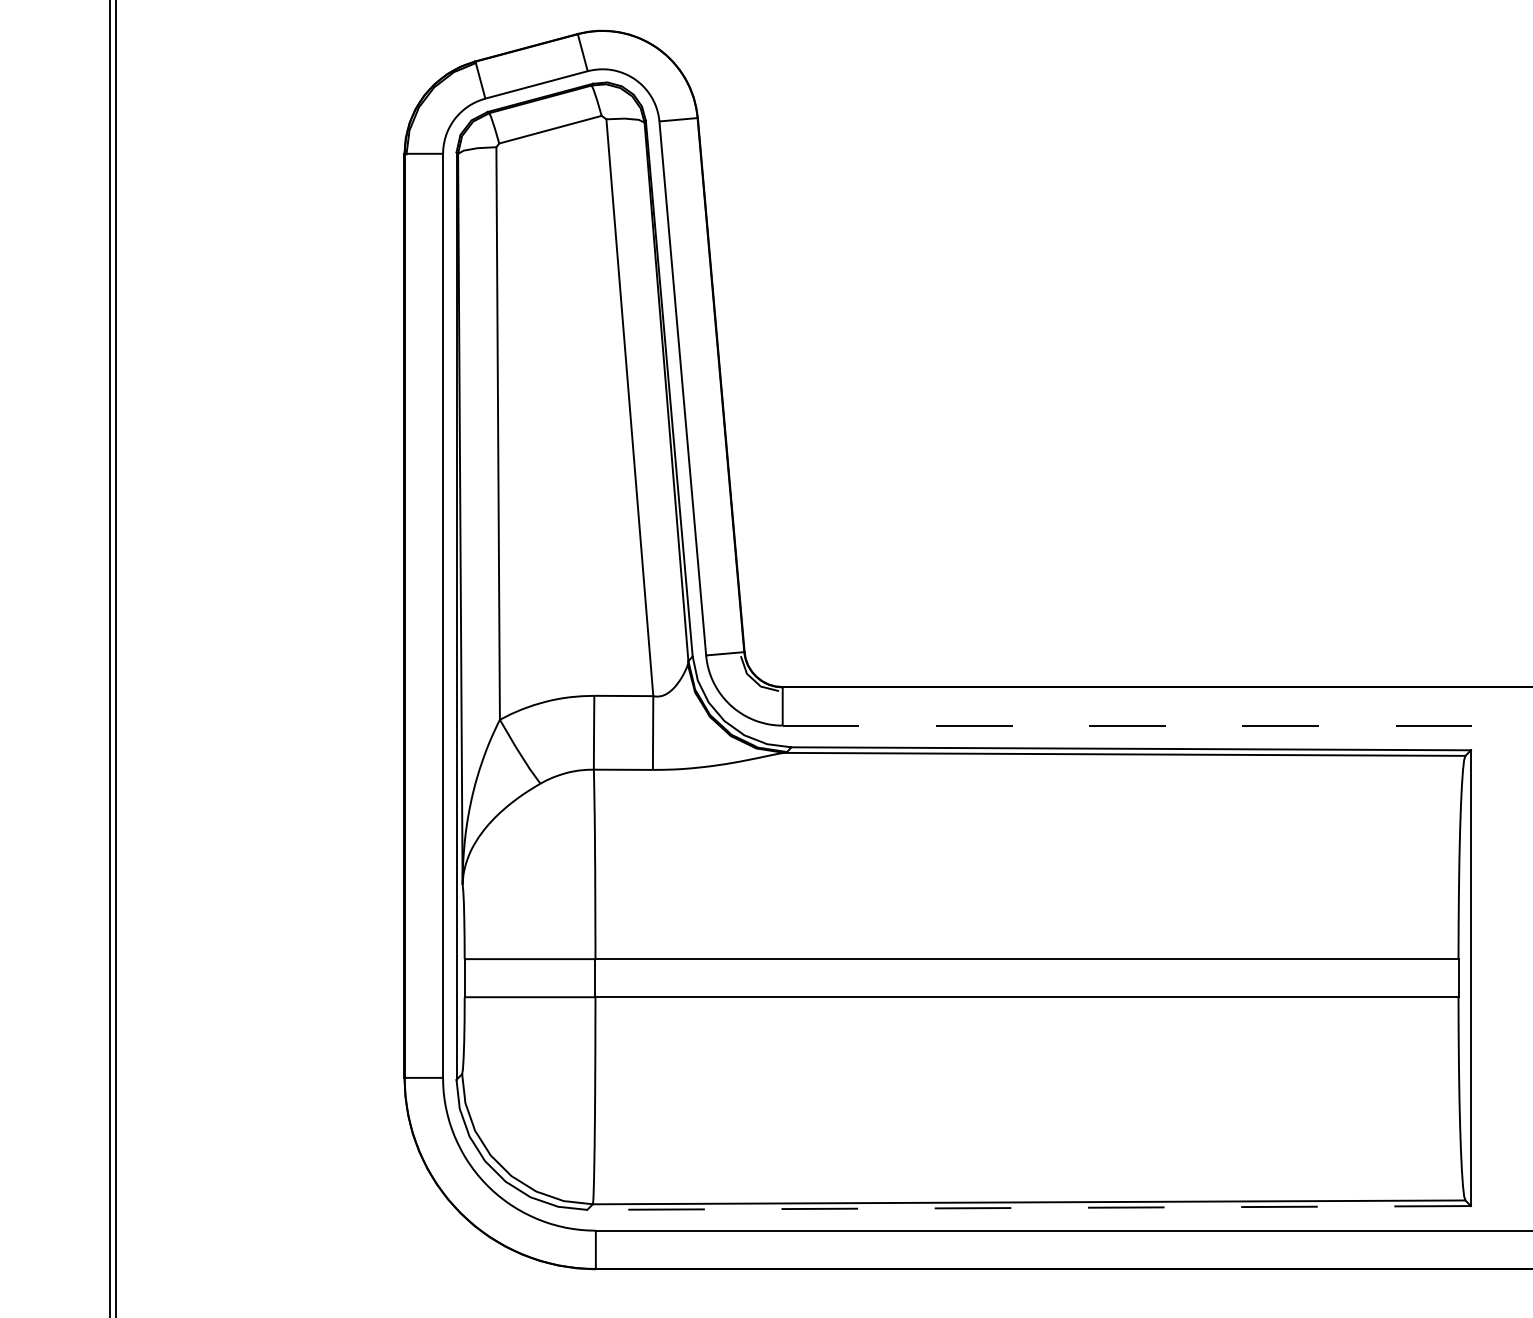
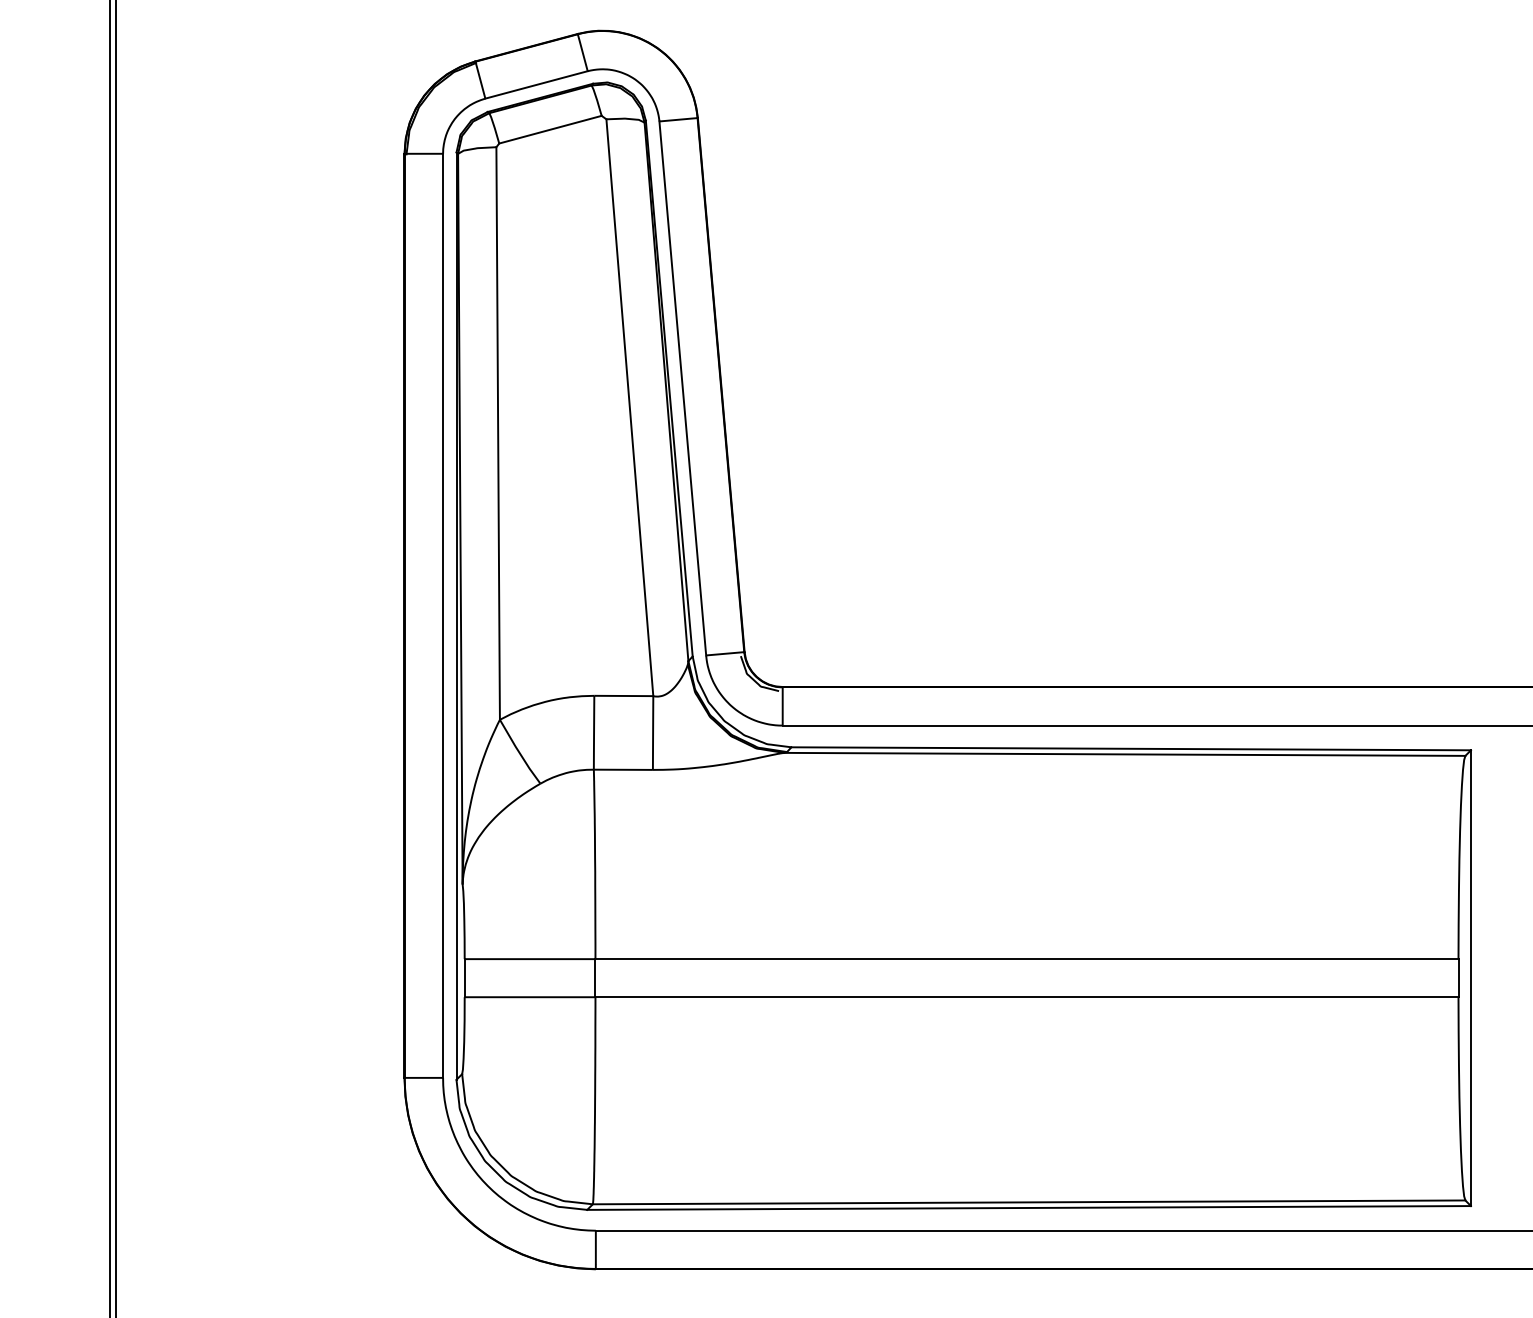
line at (1157, 725): dashed -> solid
line at (1029, 1207): dashed -> solid
